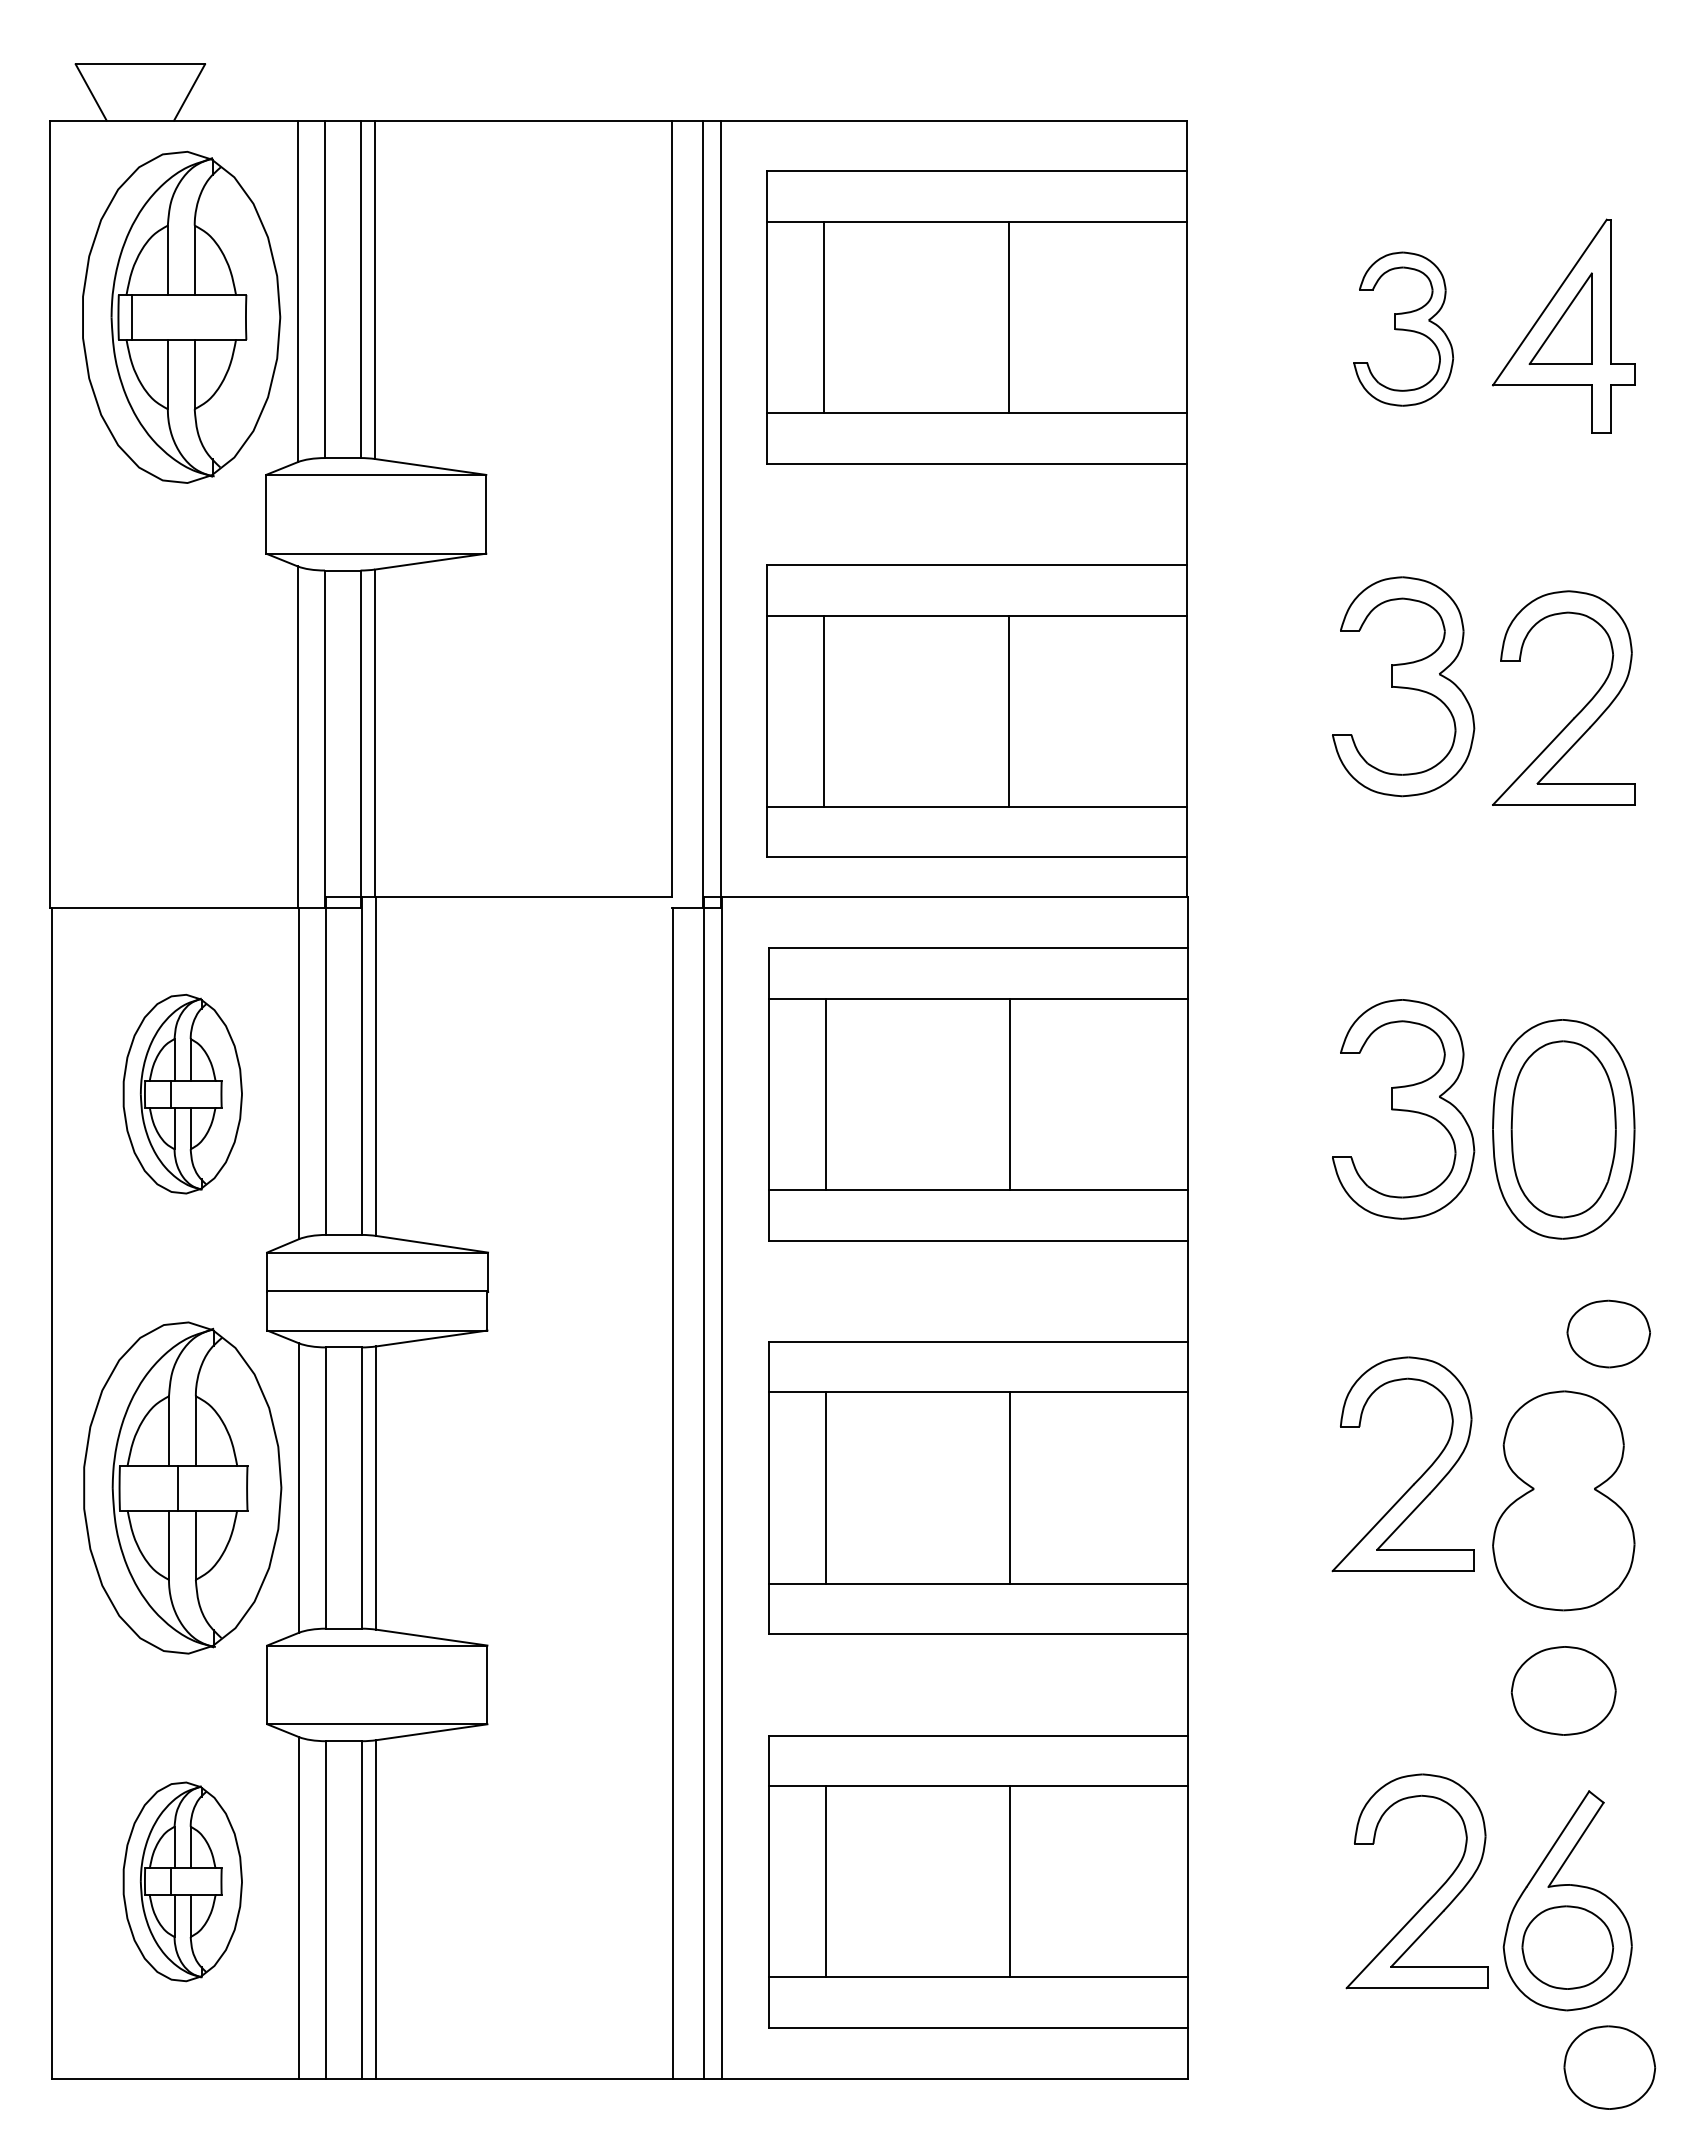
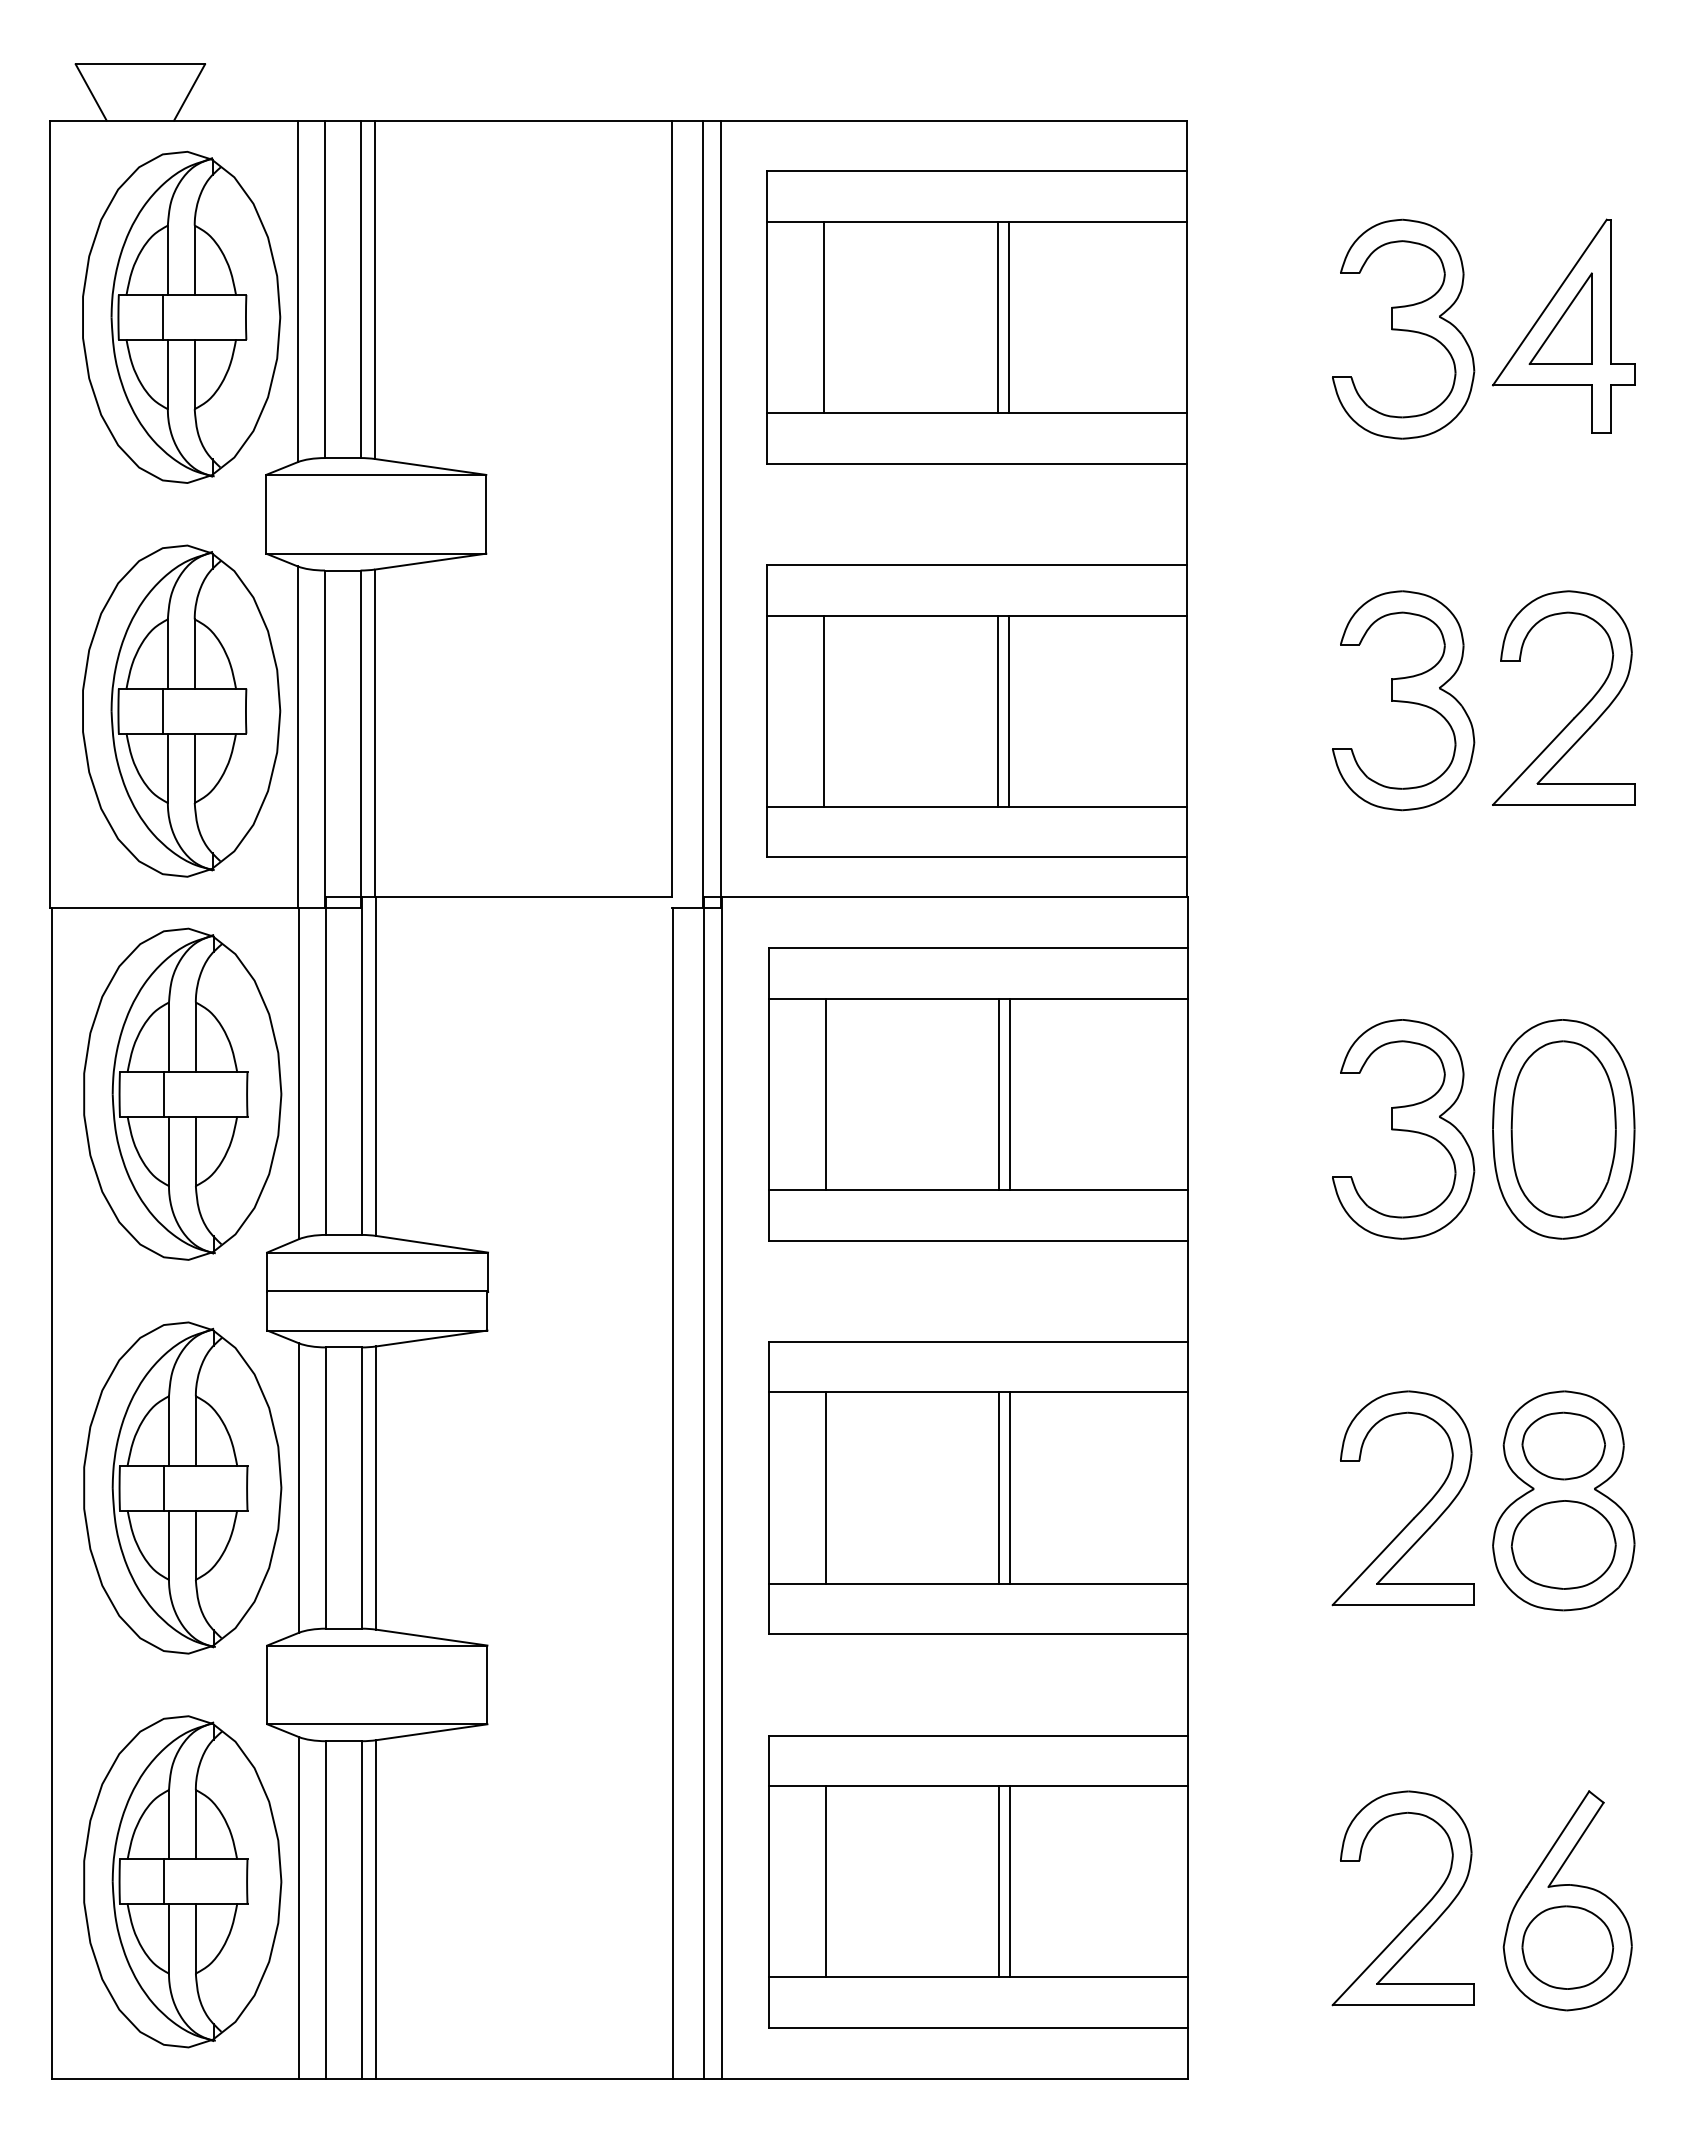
line at (131, 316) position: (131, 316) -> (162, 316)
line at (998, 317): none -> present
part at (1403, 328) size: 102x156 px -> 144x222 px
part at (1403, 686) position: (1403, 686) -> (1403, 700)
part at (181, 710): none -> present
line at (998, 710): none -> present
part at (182, 1093) size: 121x202 px -> 200x334 px
line at (999, 1093): none -> present
part at (1403, 1109) position: (1403, 1109) -> (1403, 1129)
part at (1608, 1333) position: (1608, 1333) -> (1563, 1445)
part at (1417, 1479) position: (1417, 1479) -> (1417, 1513)
line at (177, 1487) position: (177, 1487) -> (163, 1487)
line at (999, 1487): none -> present
part at (1563, 1690) position: (1563, 1690) -> (1563, 1544)
part at (182, 1881) size: 121x202 px -> 200x334 px
line at (999, 1881): none -> present
part at (1431, 1896) position: (1431, 1896) -> (1417, 1913)
part at (1609, 2067): present -> none
